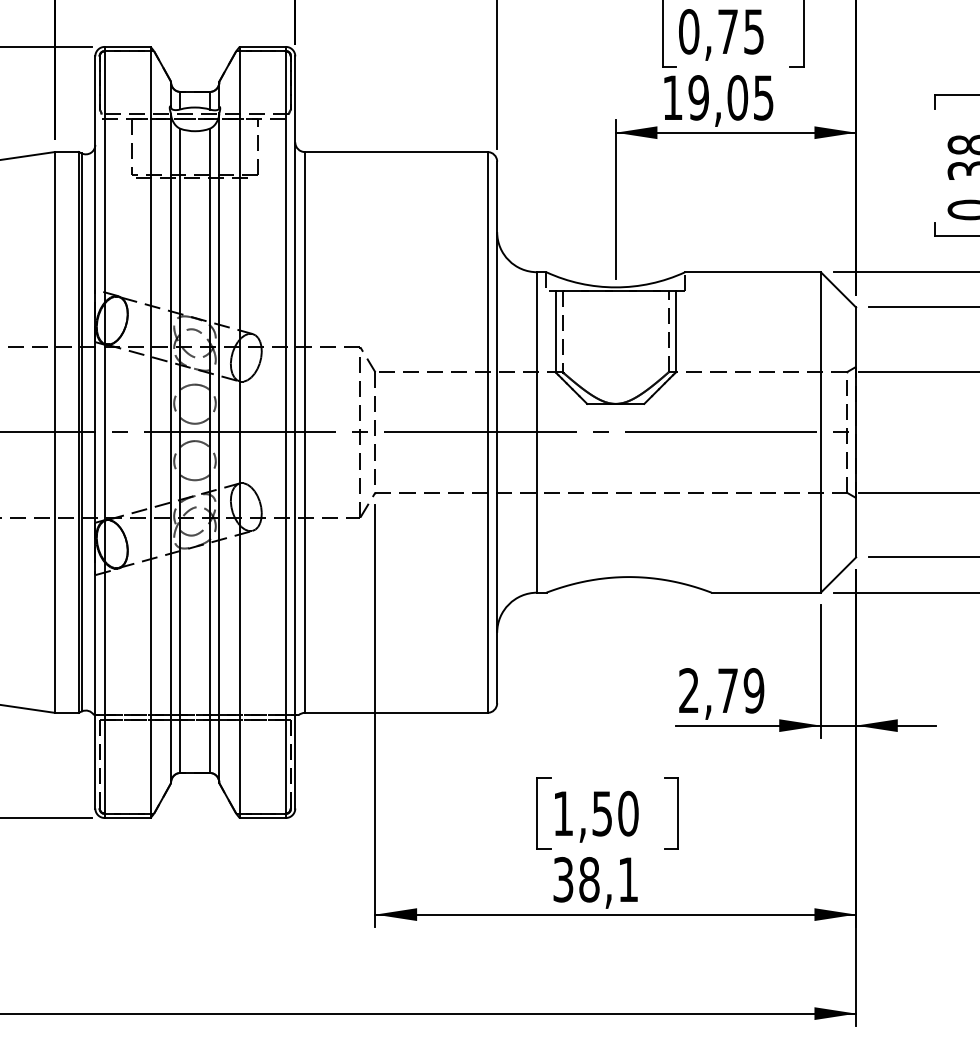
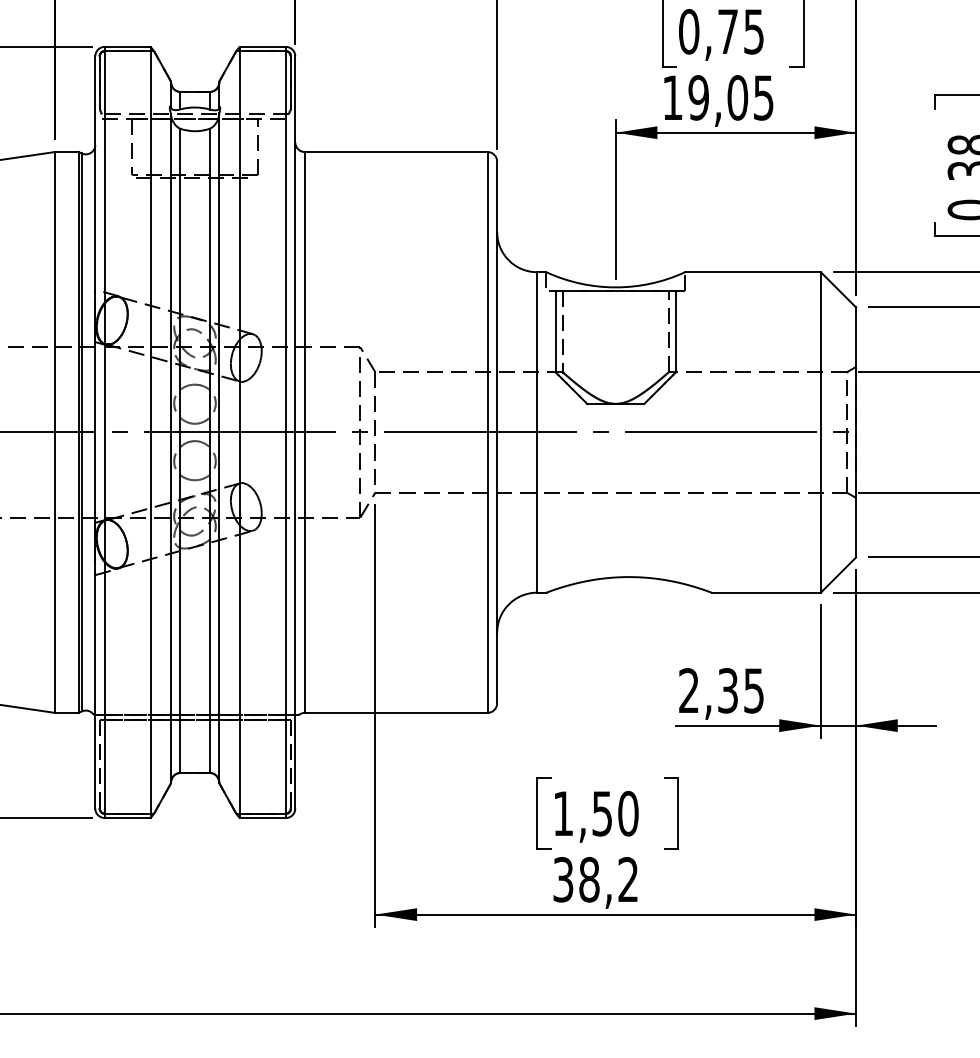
text at (741, 690): 2,79 -> 2,35
text at (627, 879): 38,1 -> 38,2
